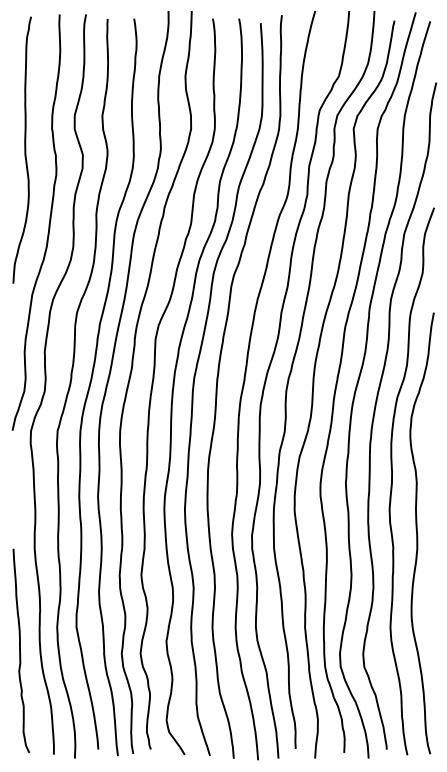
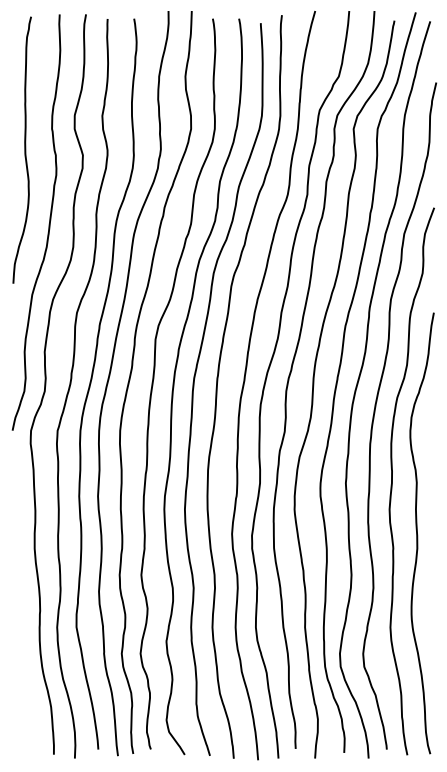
curve at (20, 650): present -> none
